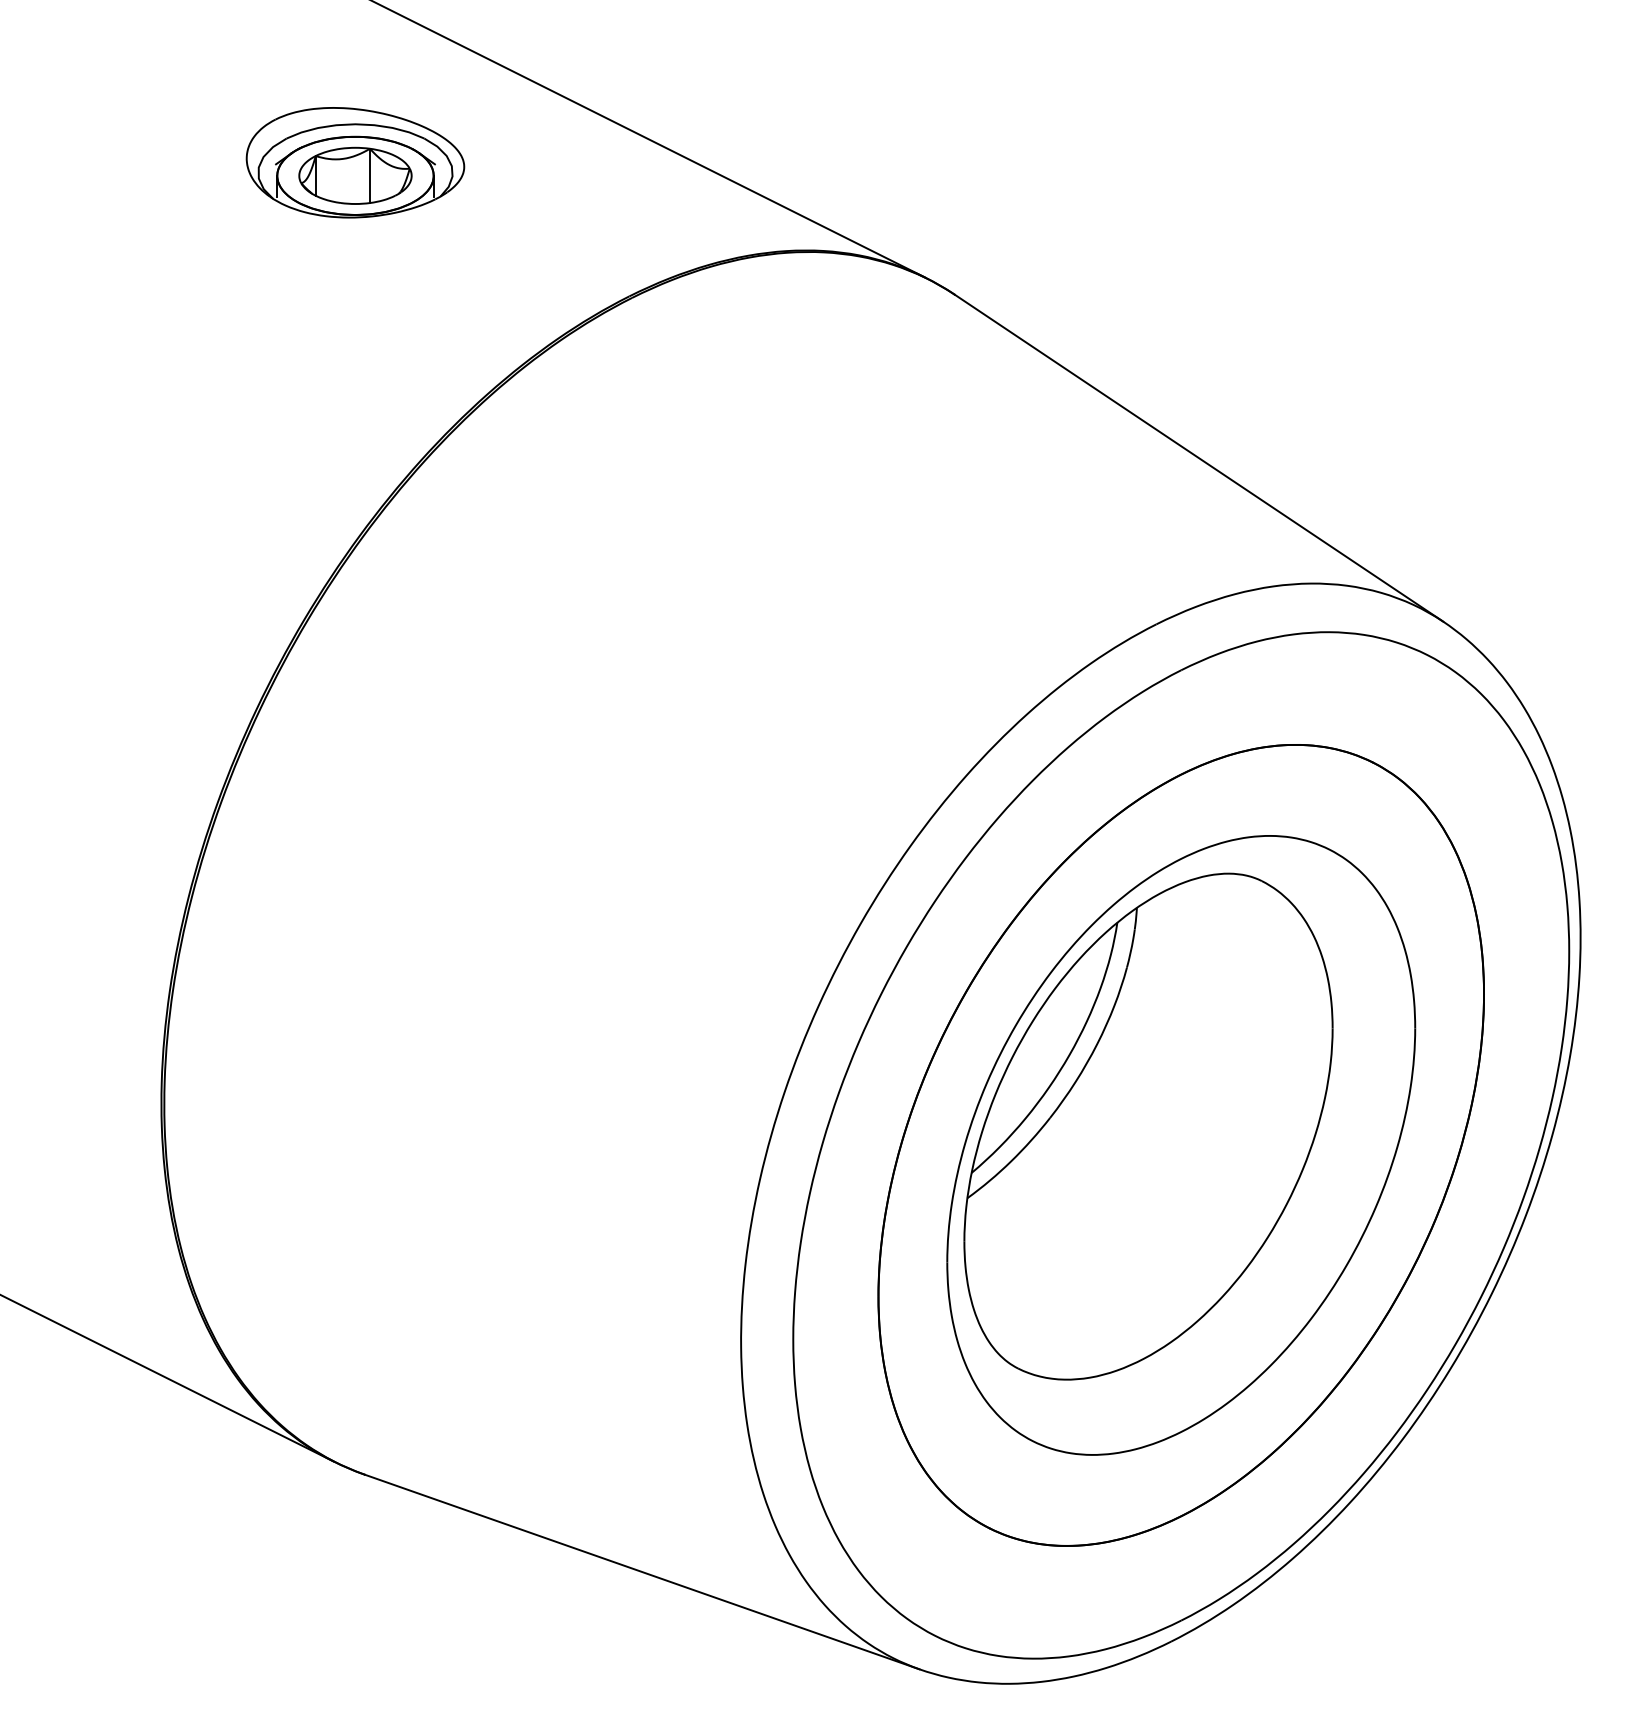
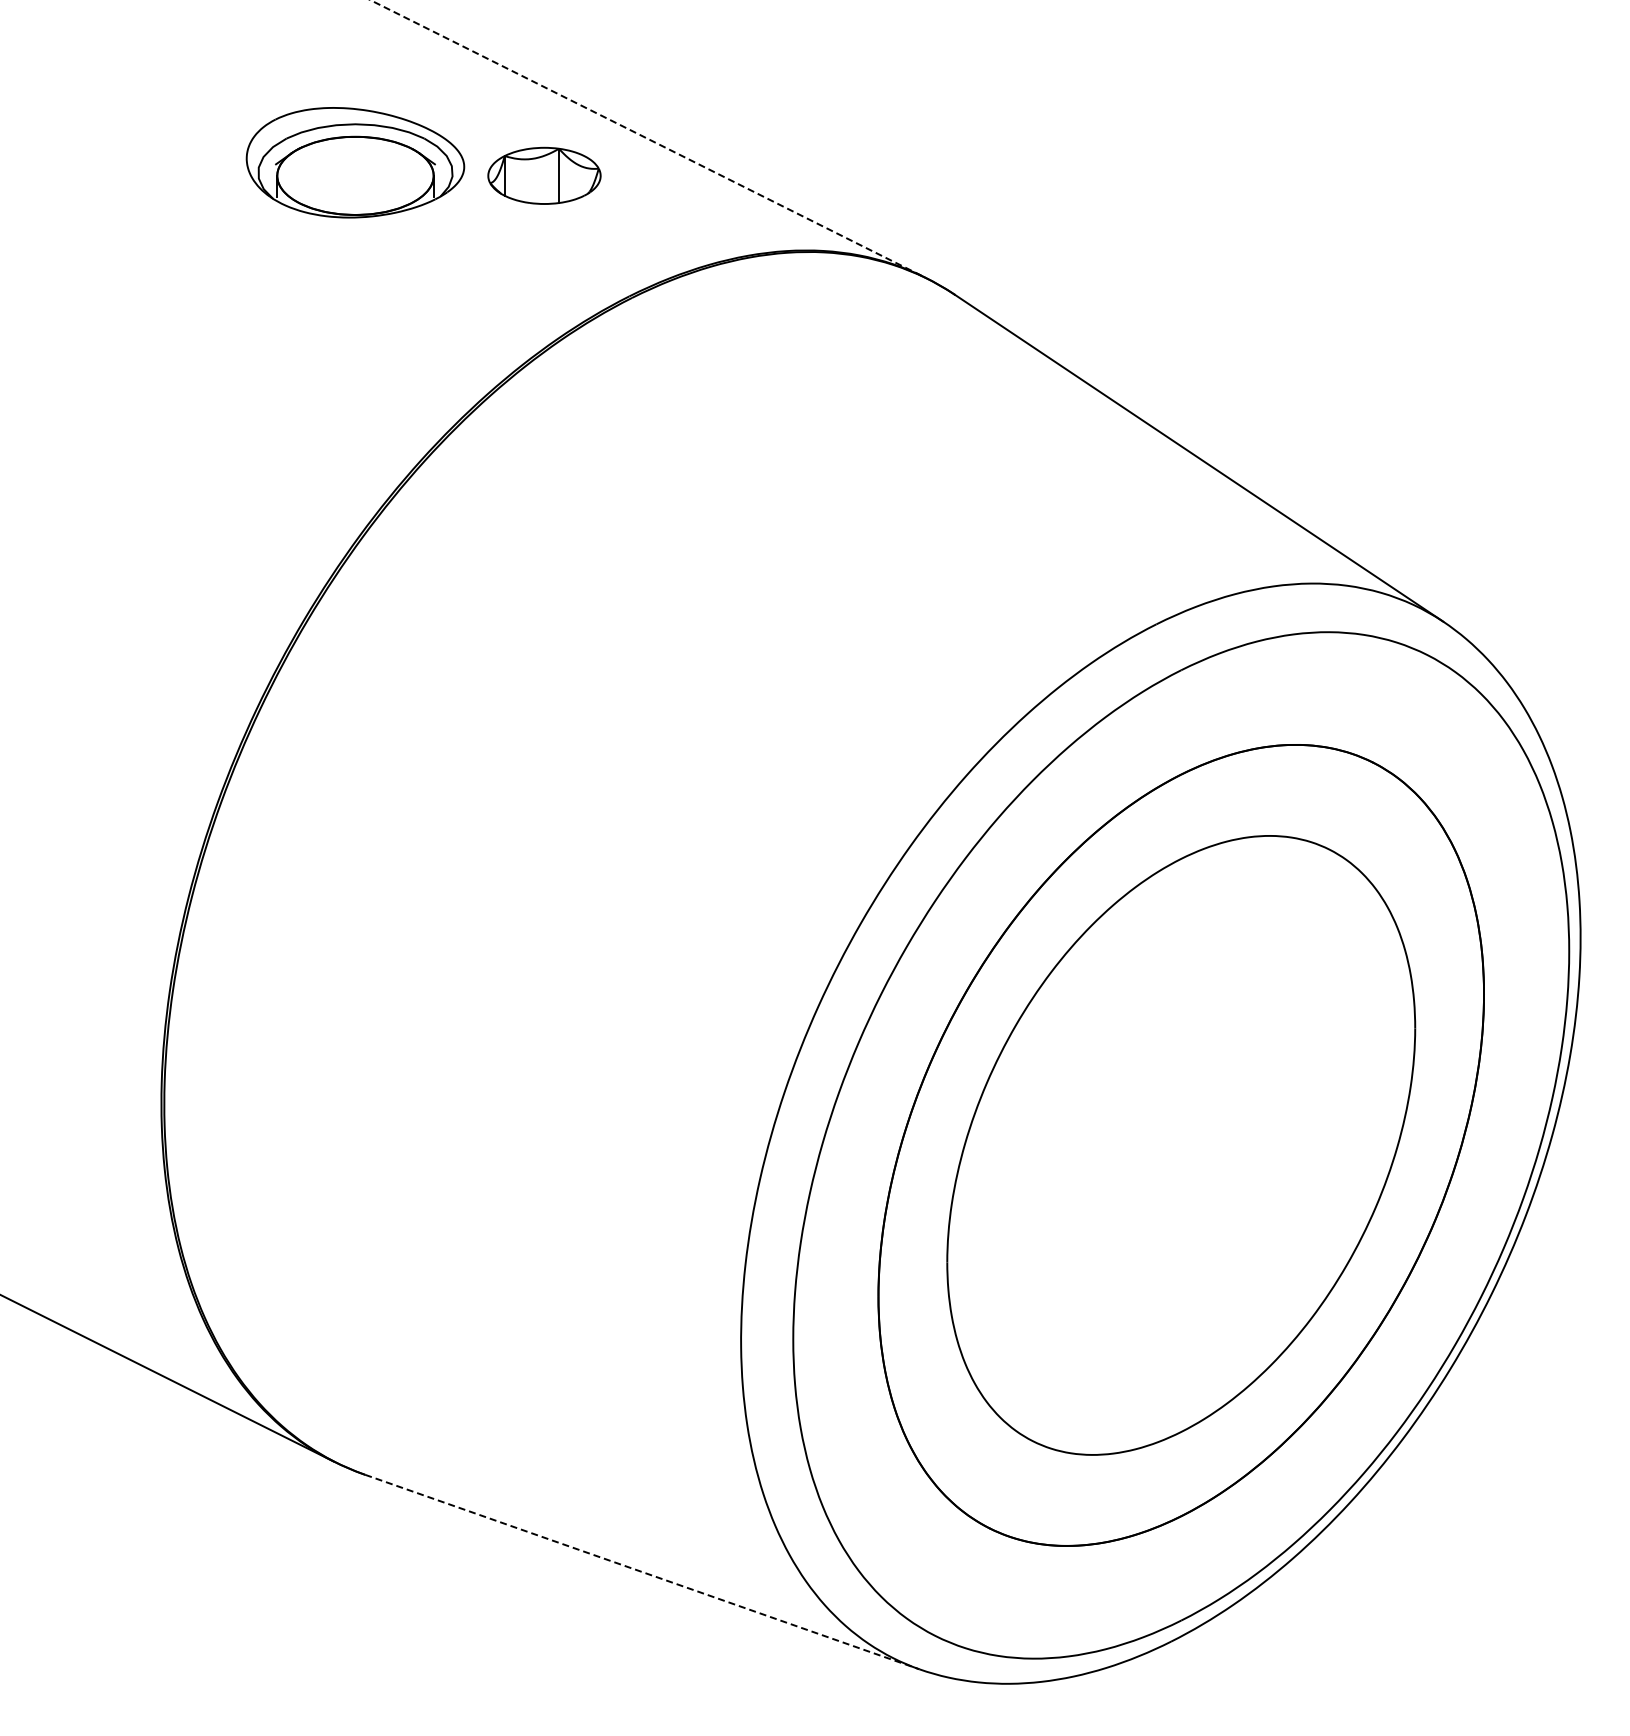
line at (648, 138): solid -> dashed
part at (355, 175) position: (355, 175) -> (544, 175)
part at (1148, 1126): present -> none
line at (642, 1572): solid -> dashed
